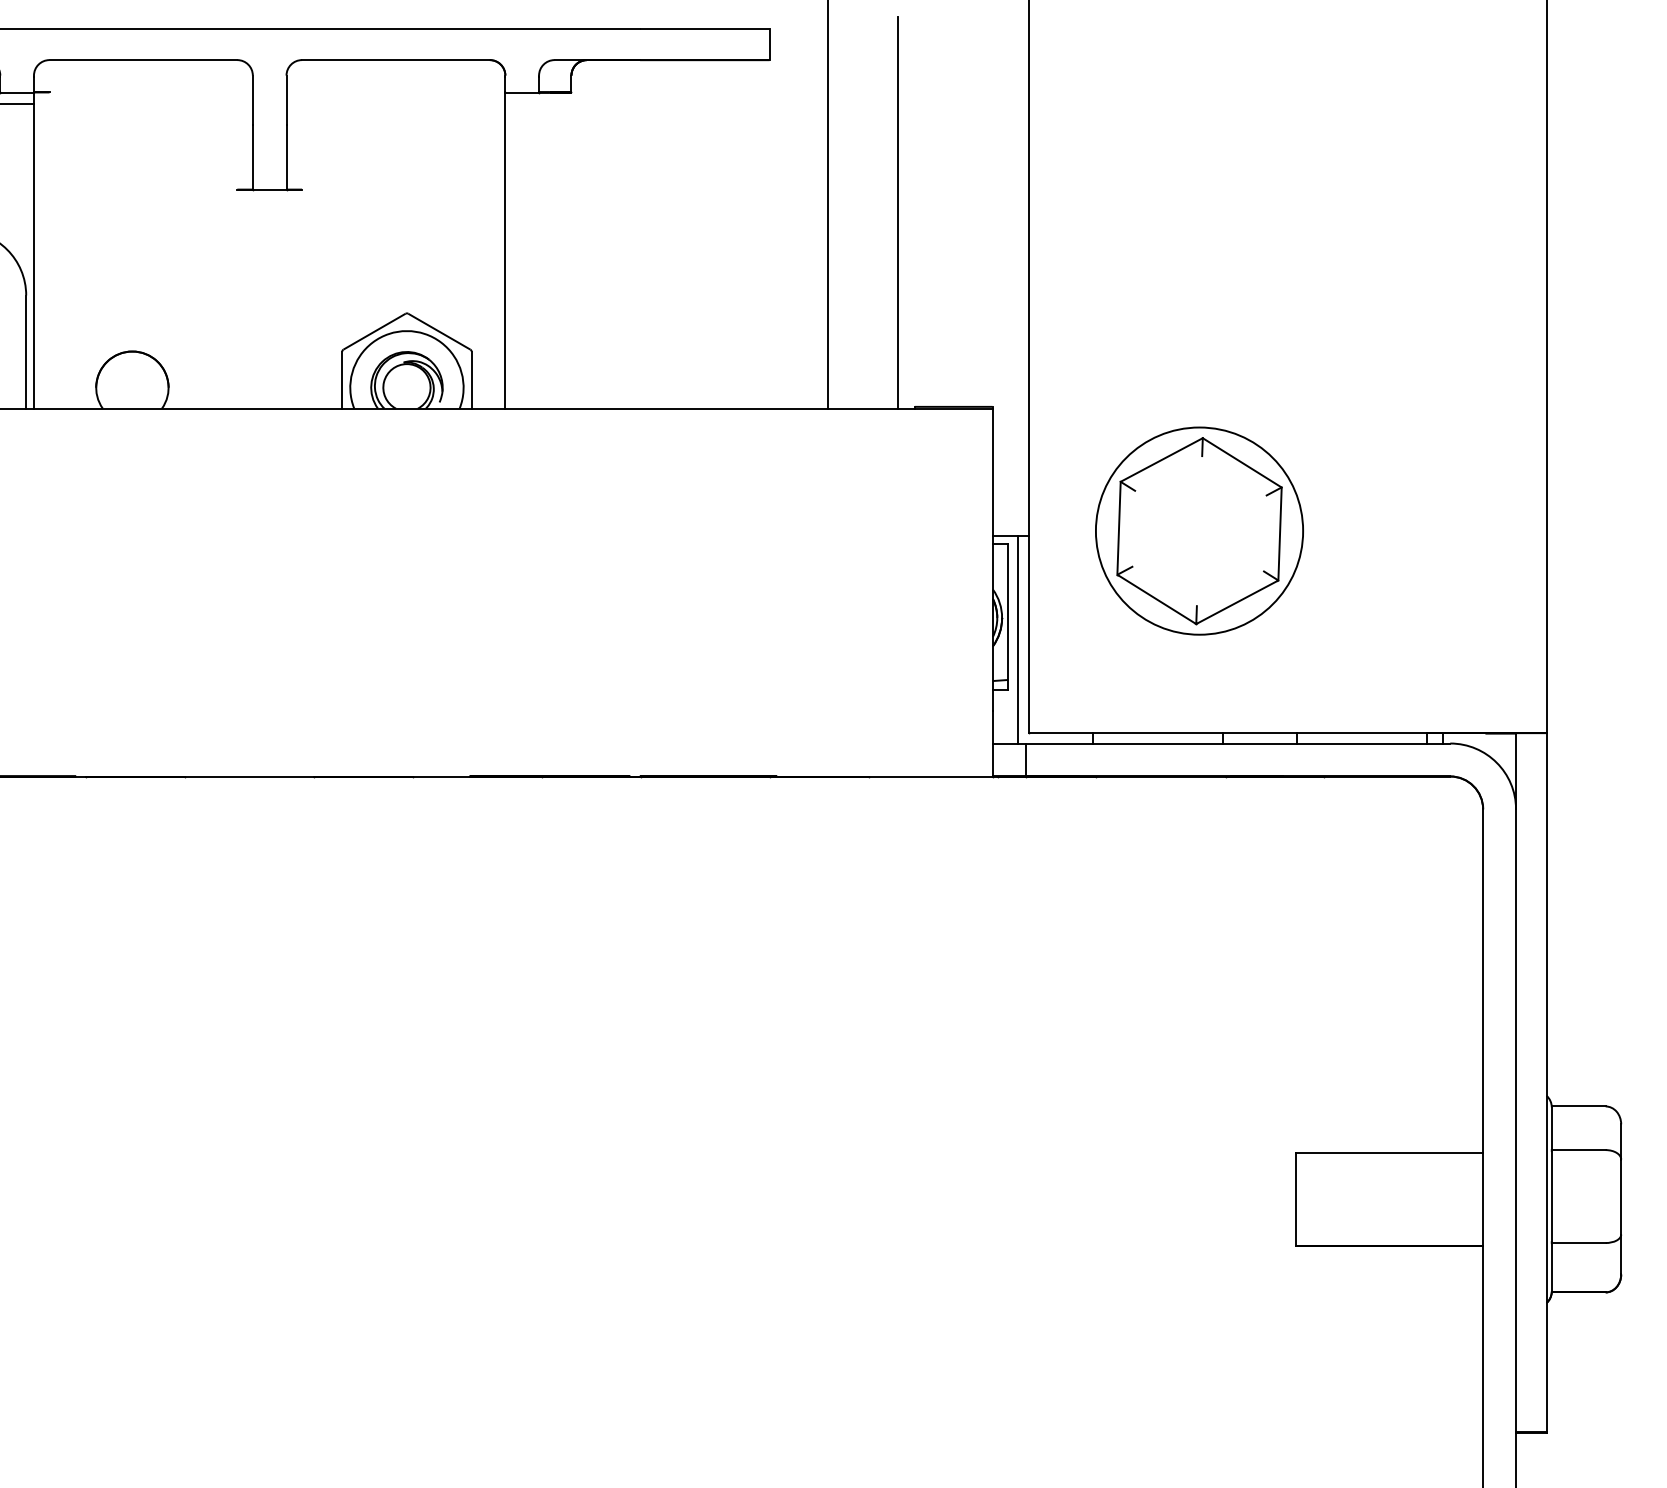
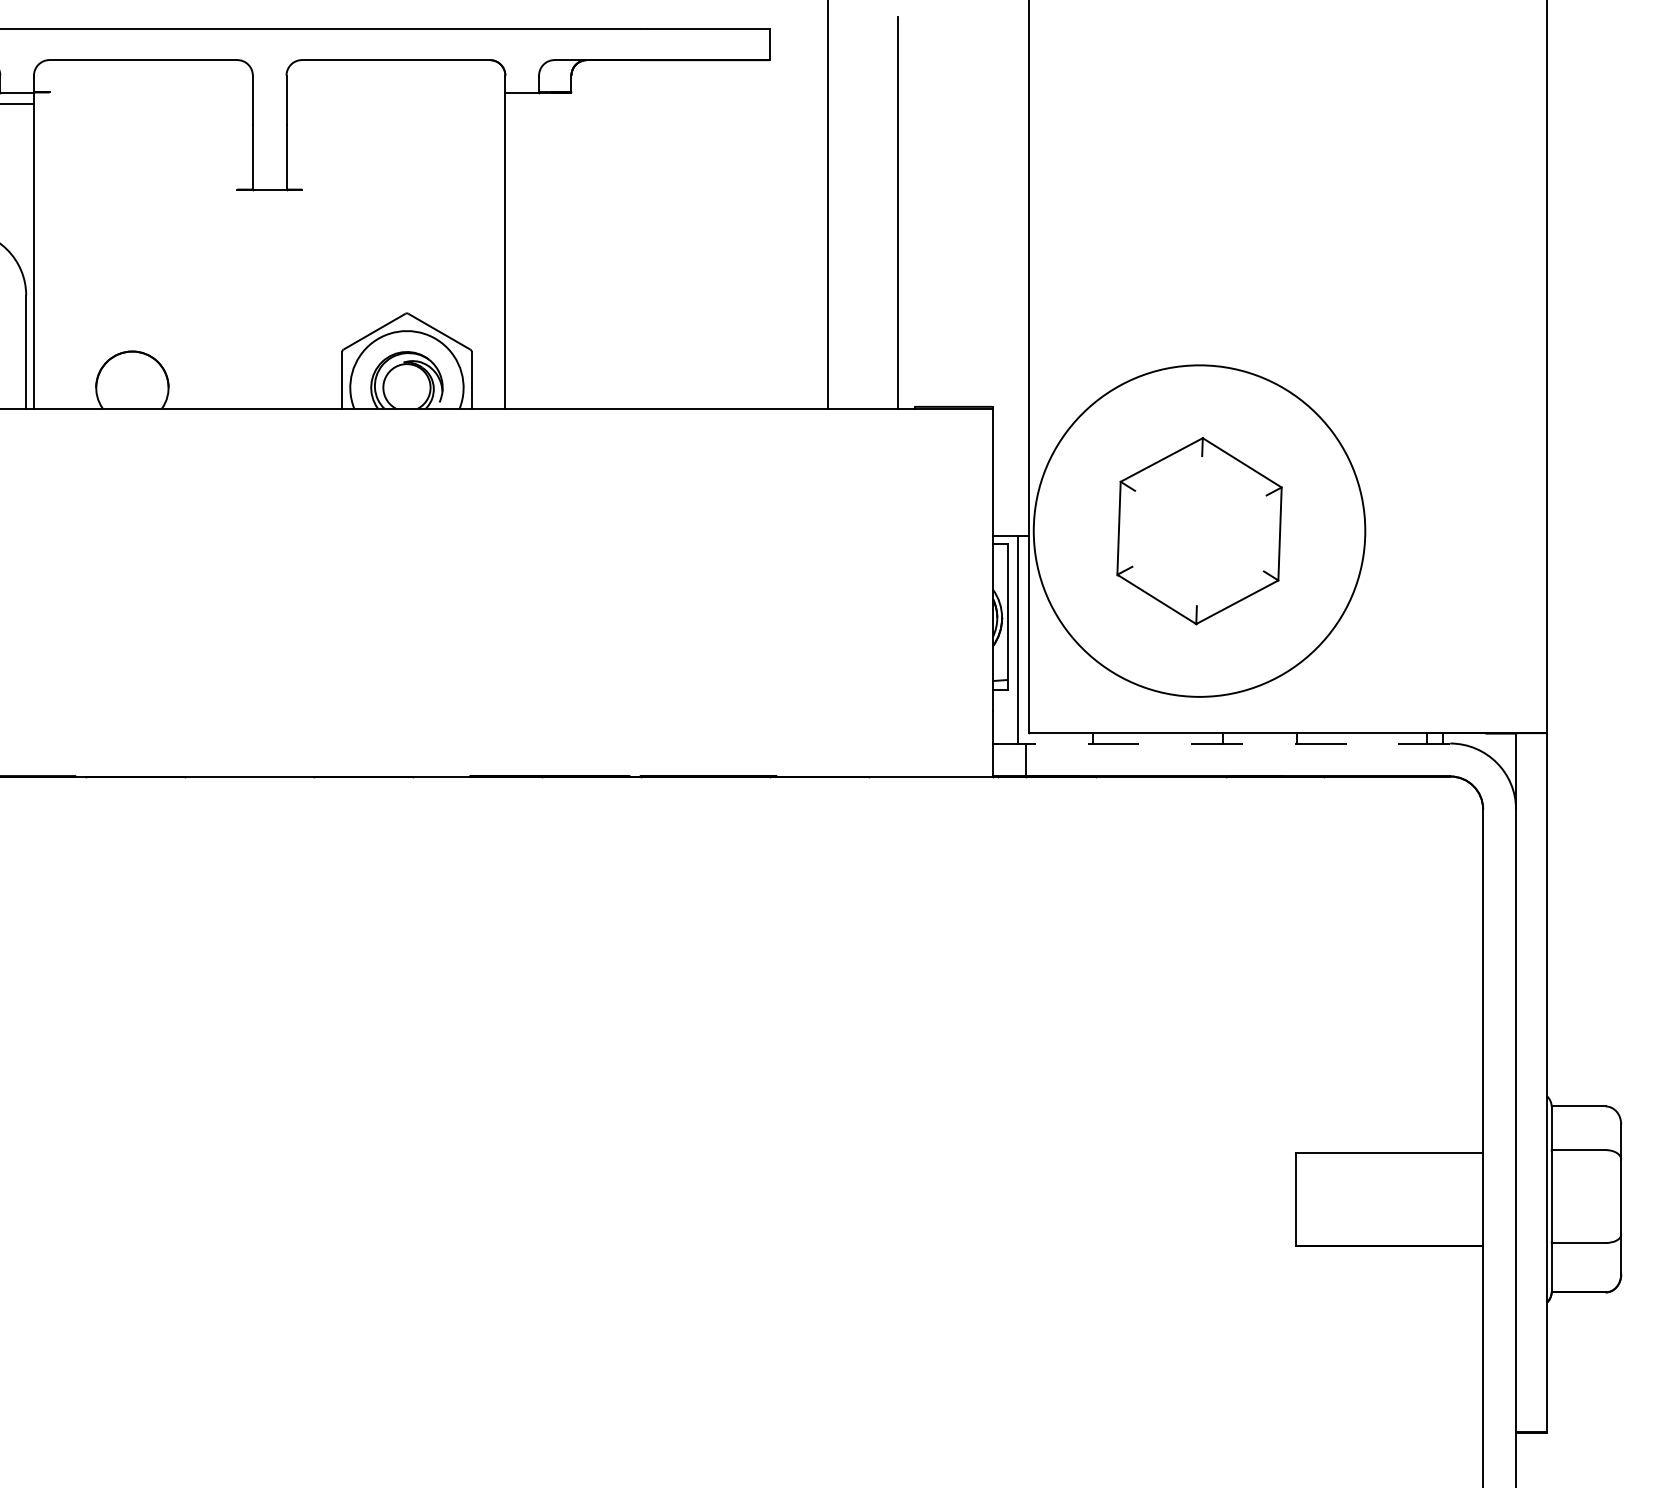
circle at (1199, 530) diameter: 207 px -> 332 px
line at (1237, 743): solid -> dashed
